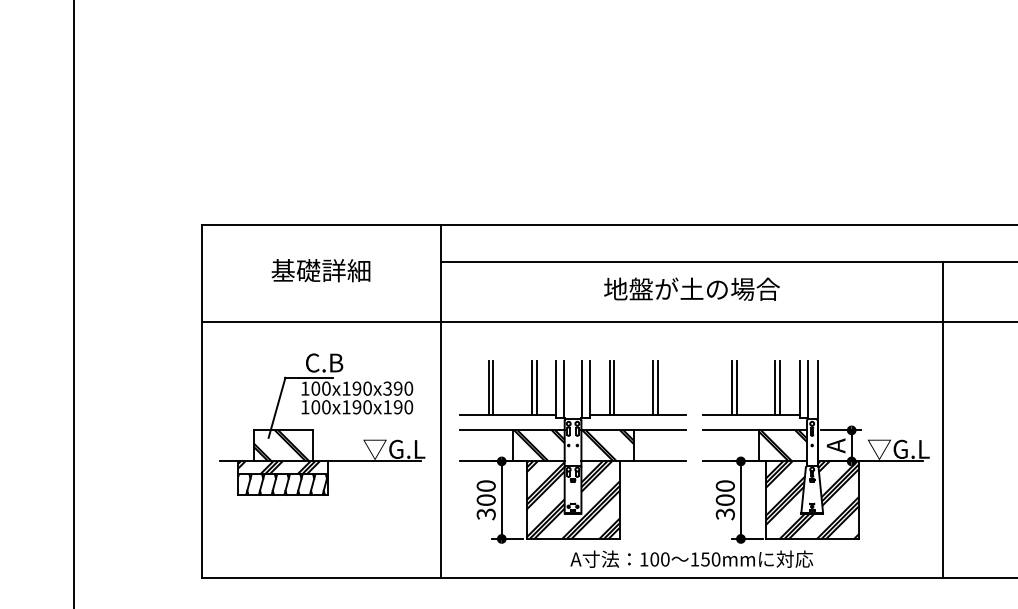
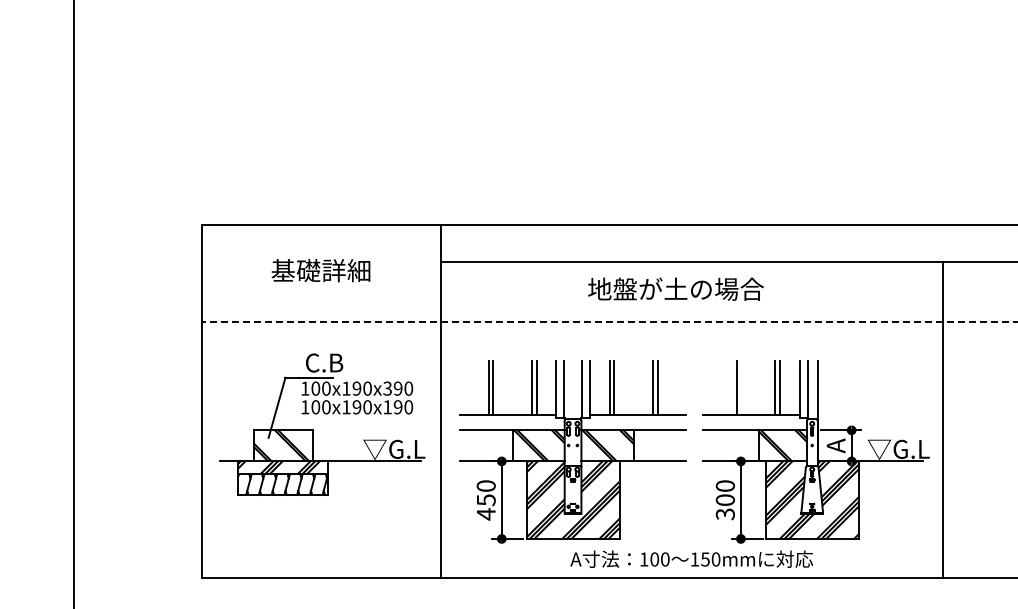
text at (691, 288) position: (691, 288) -> (675, 288)
line at (609, 322): solid -> dashed
line at (732, 387): present -> none
text at (485, 507): 300 -> 450
